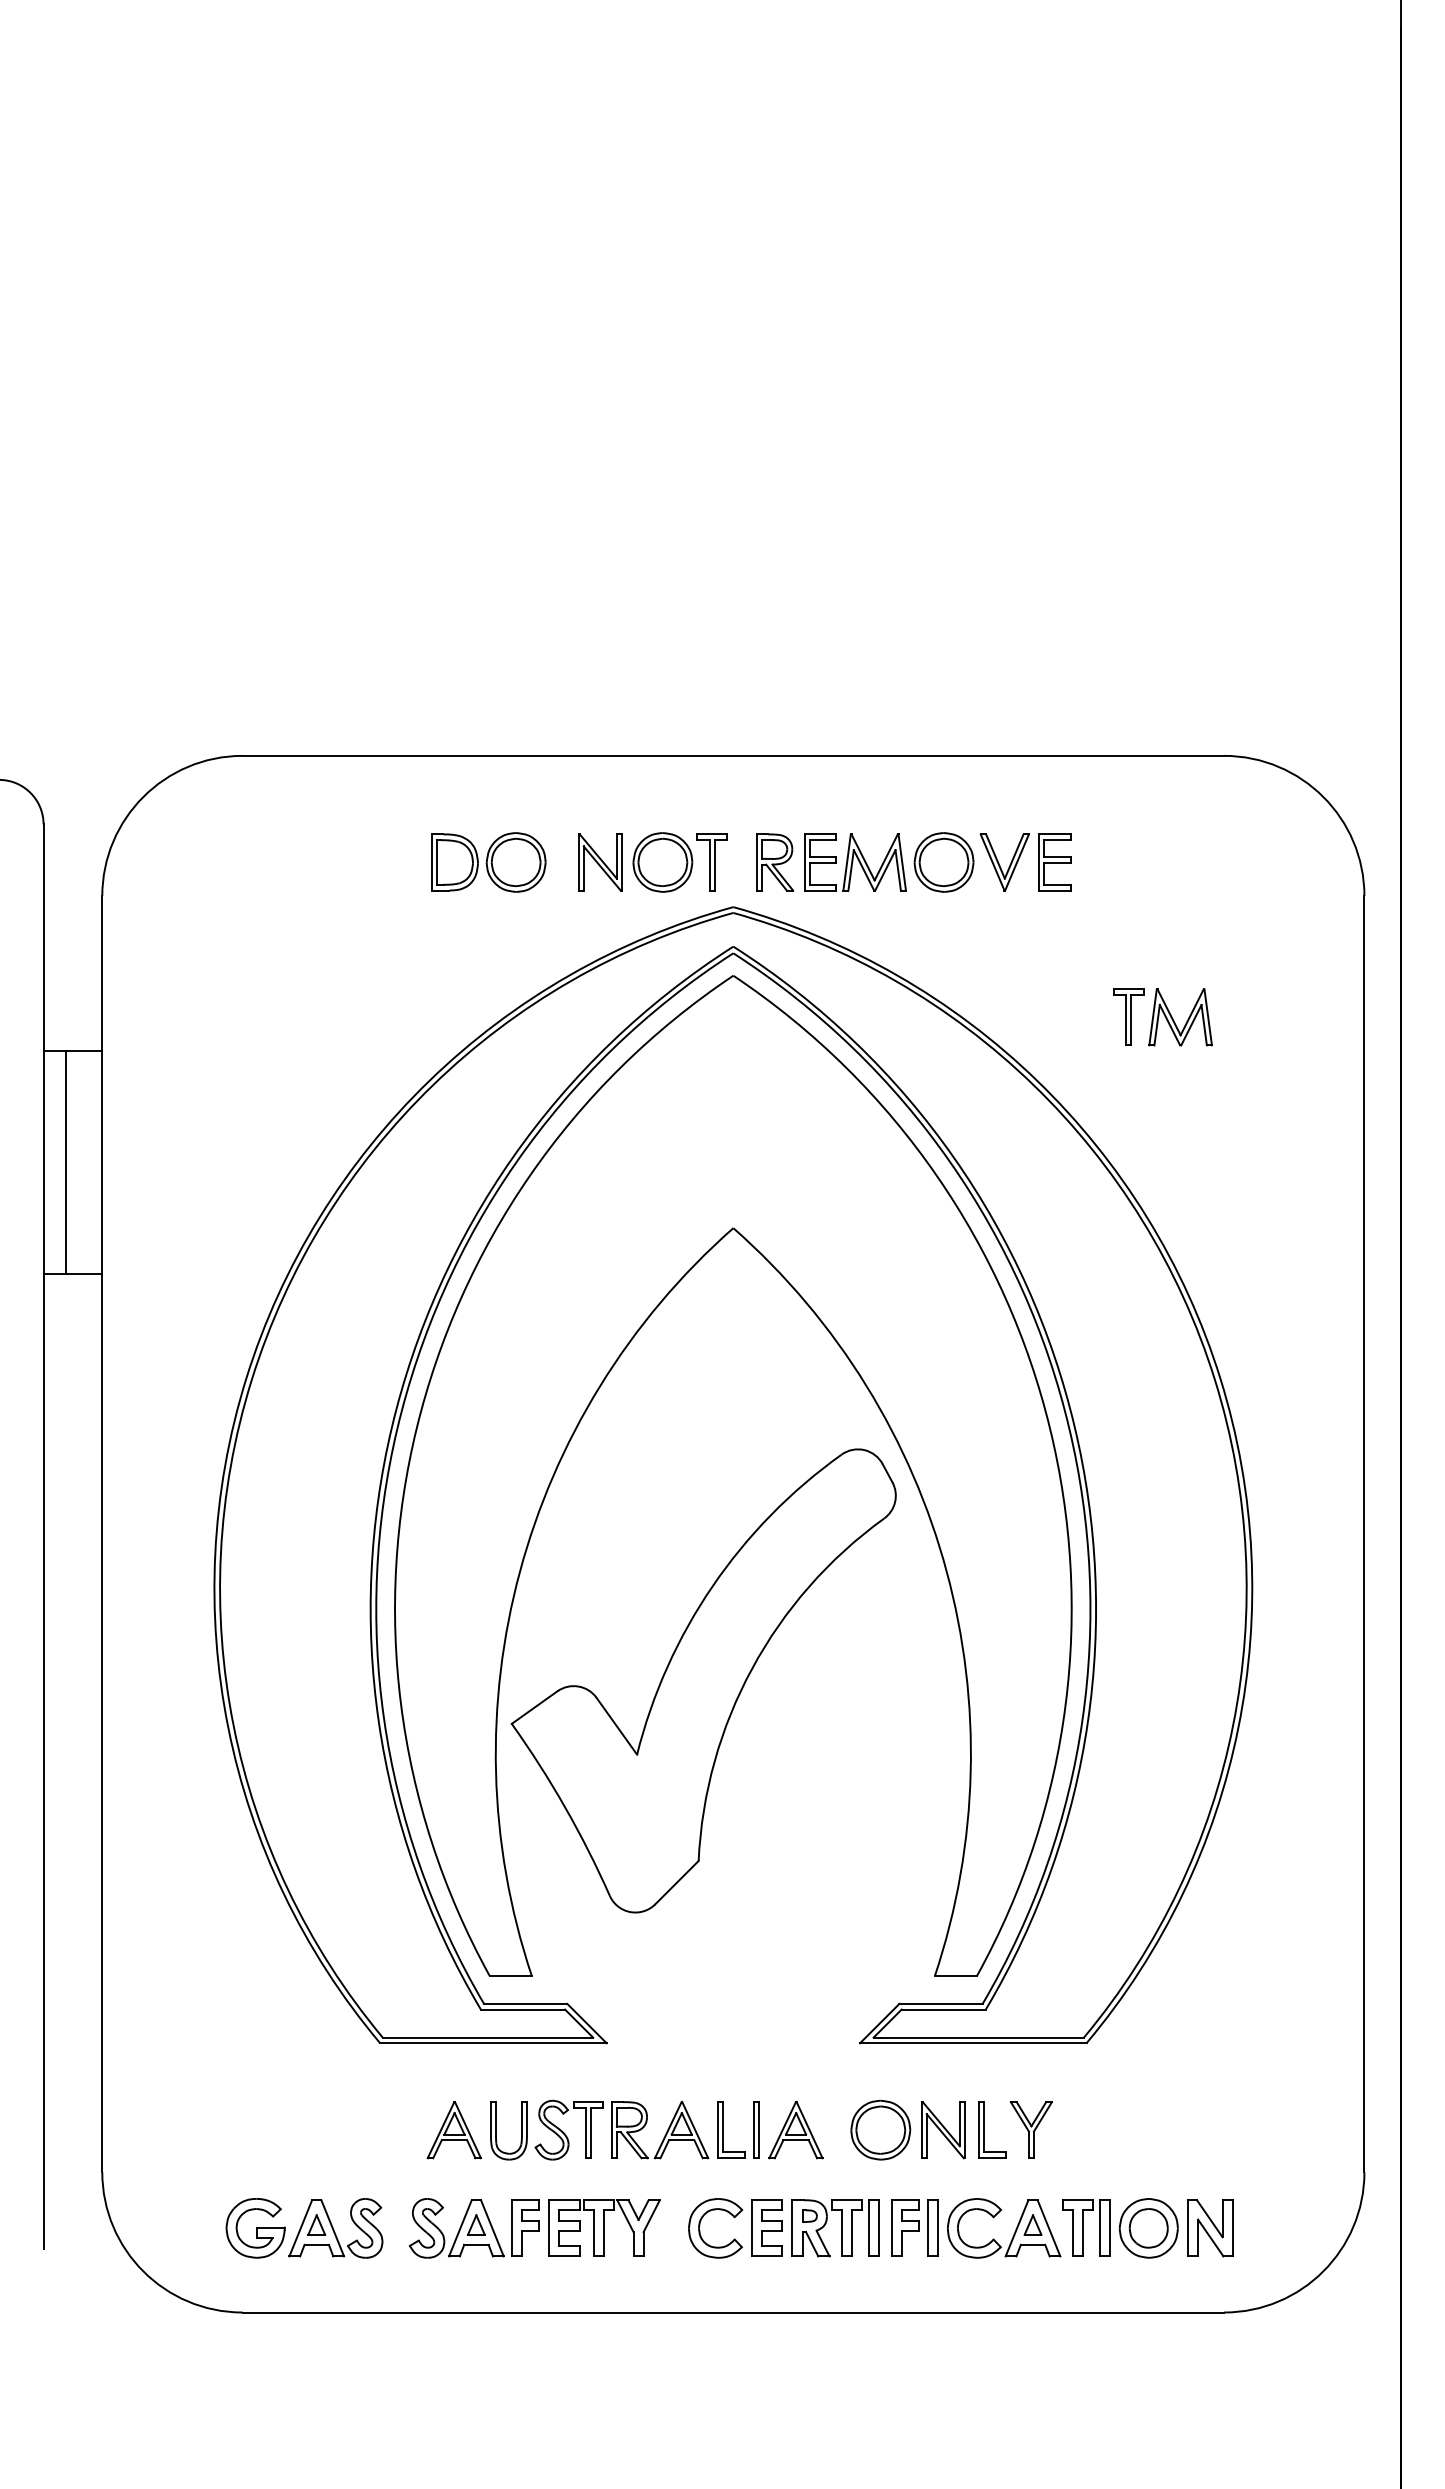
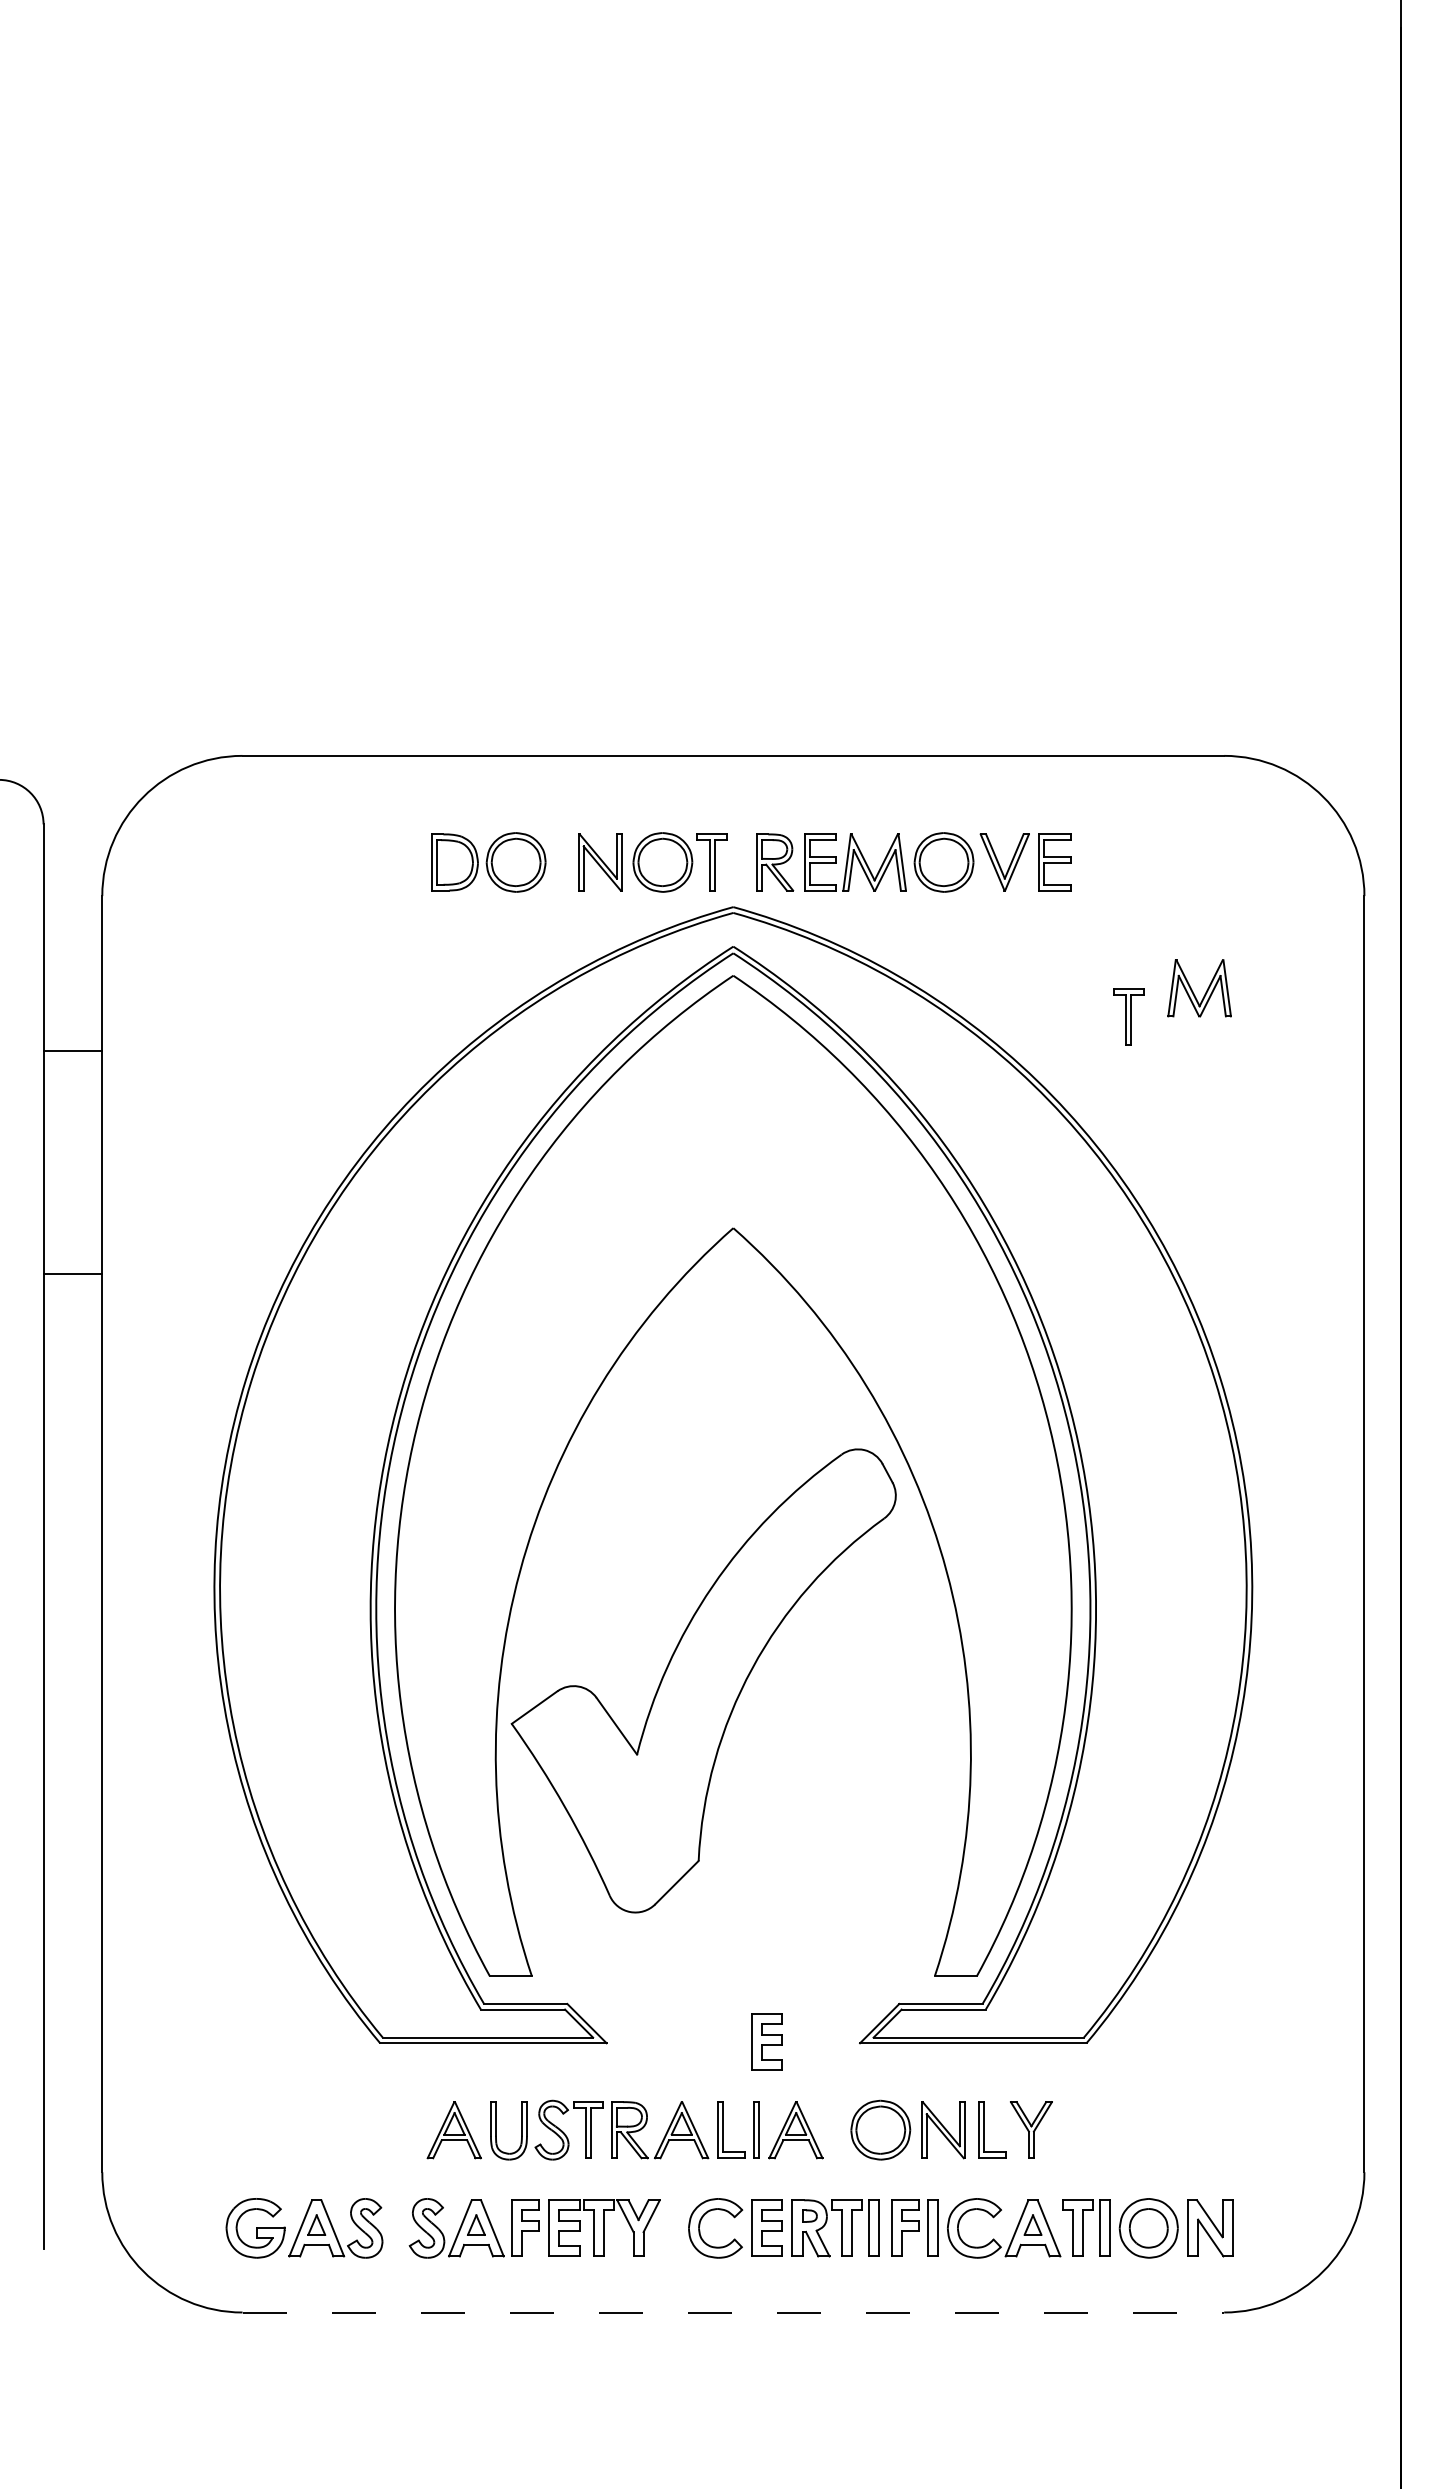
part at (1174, 1020) position: (1174, 1020) -> (1193, 991)
line at (65, 1162): present -> none
part at (766, 2041): none -> present
line at (733, 2312): solid -> dashed
